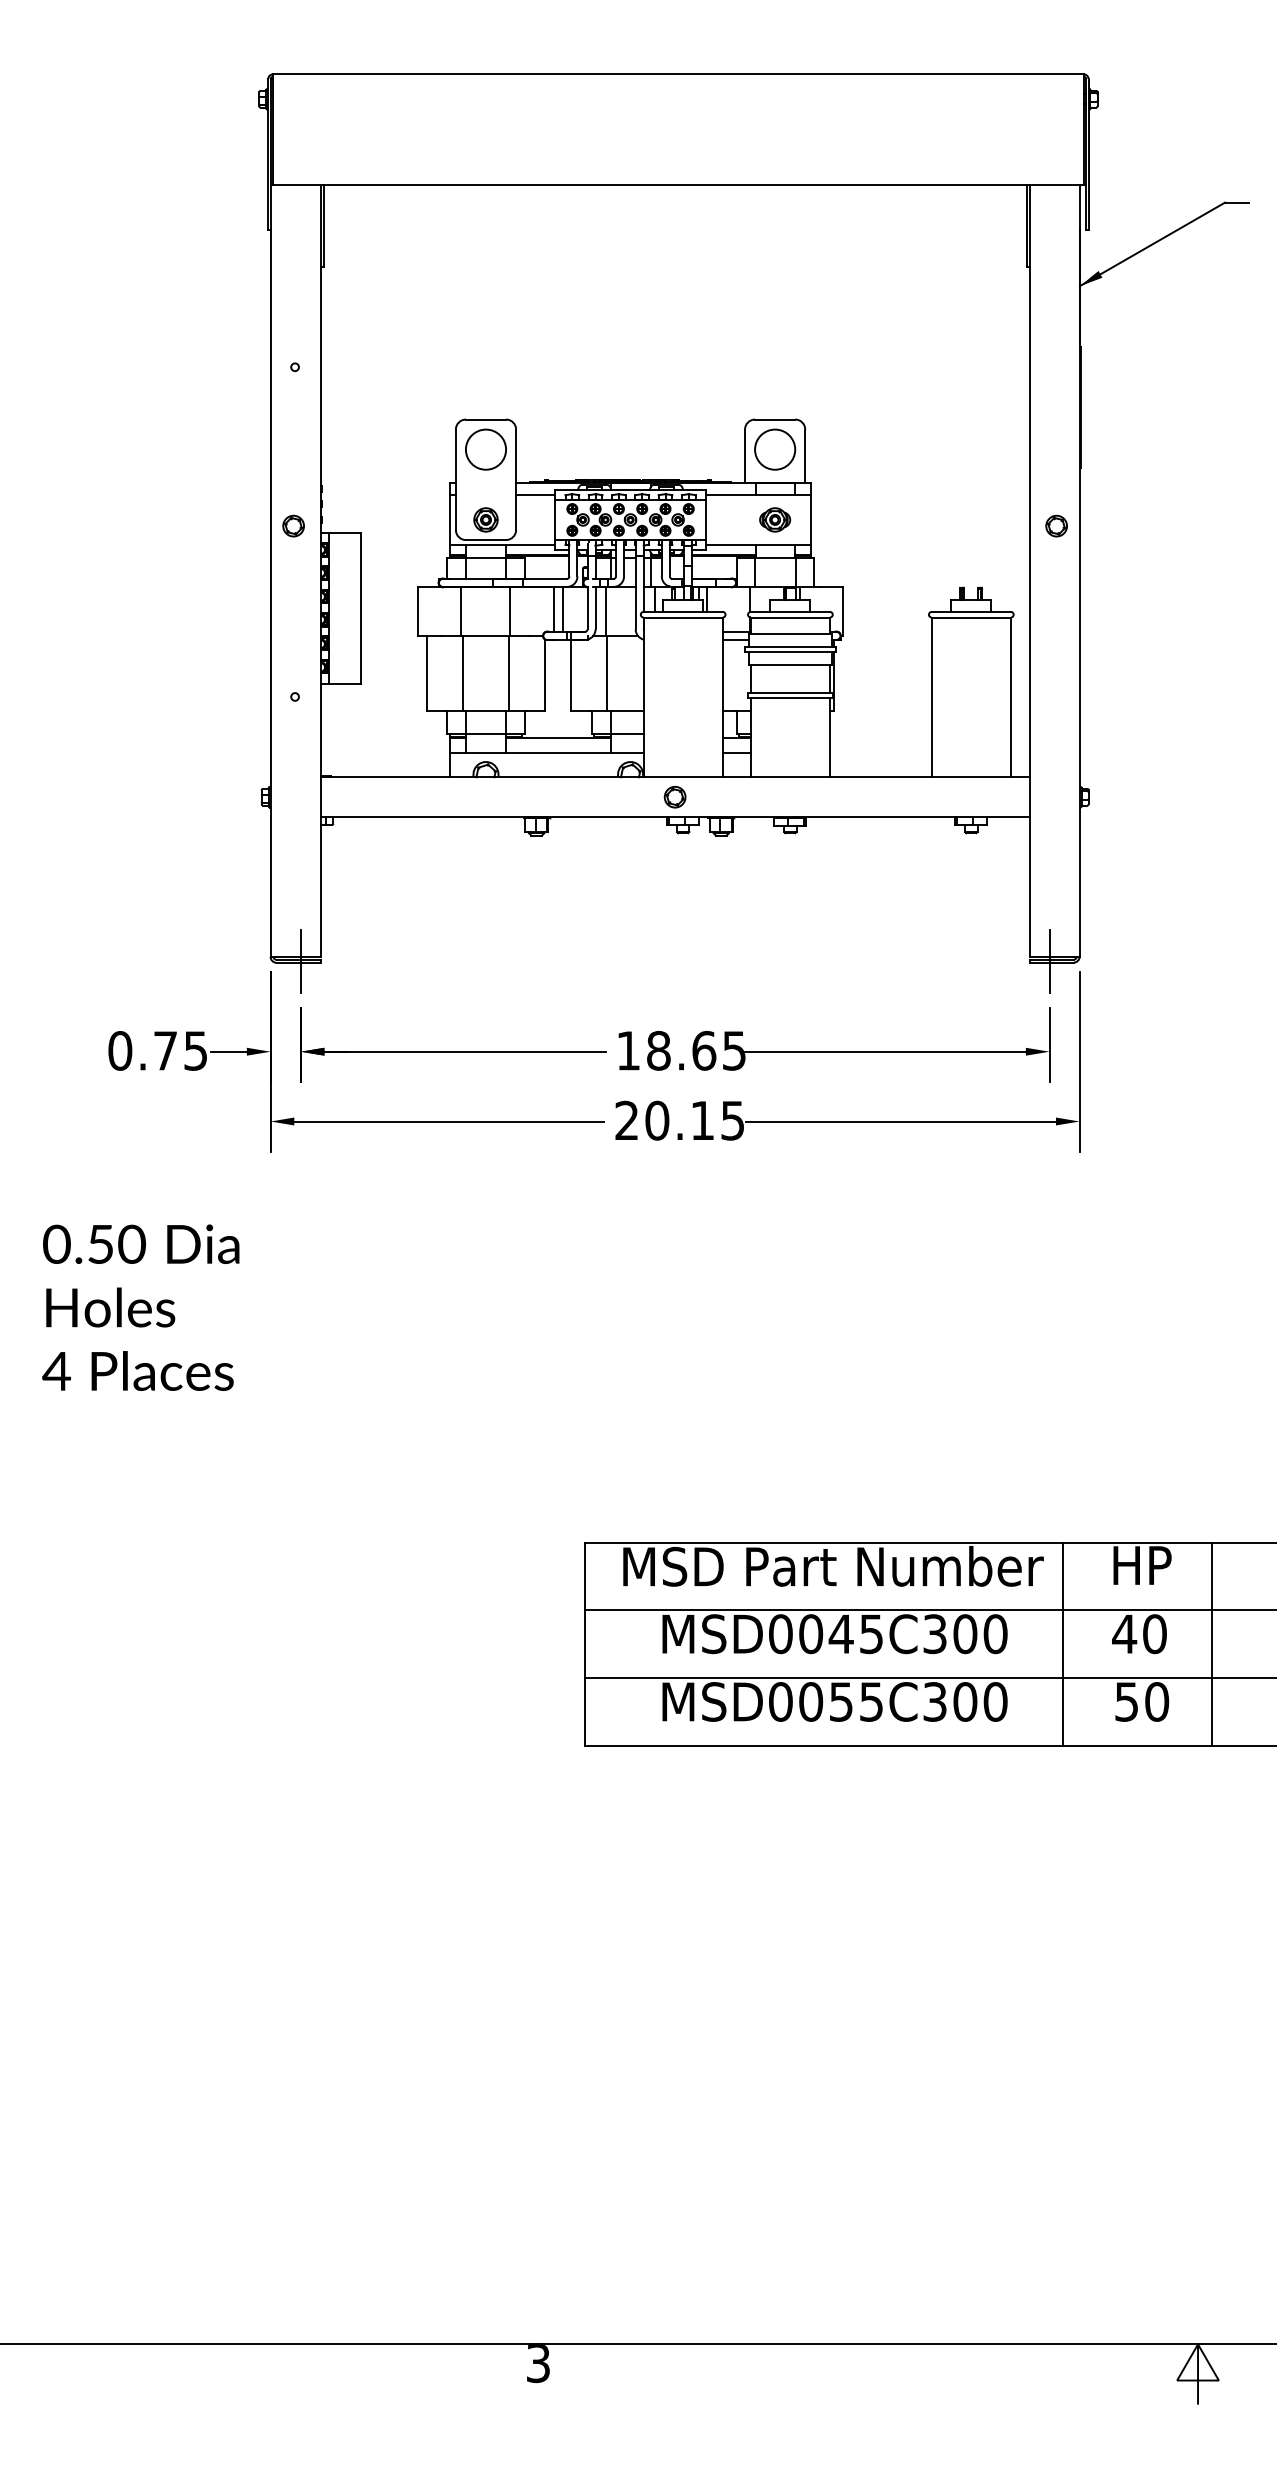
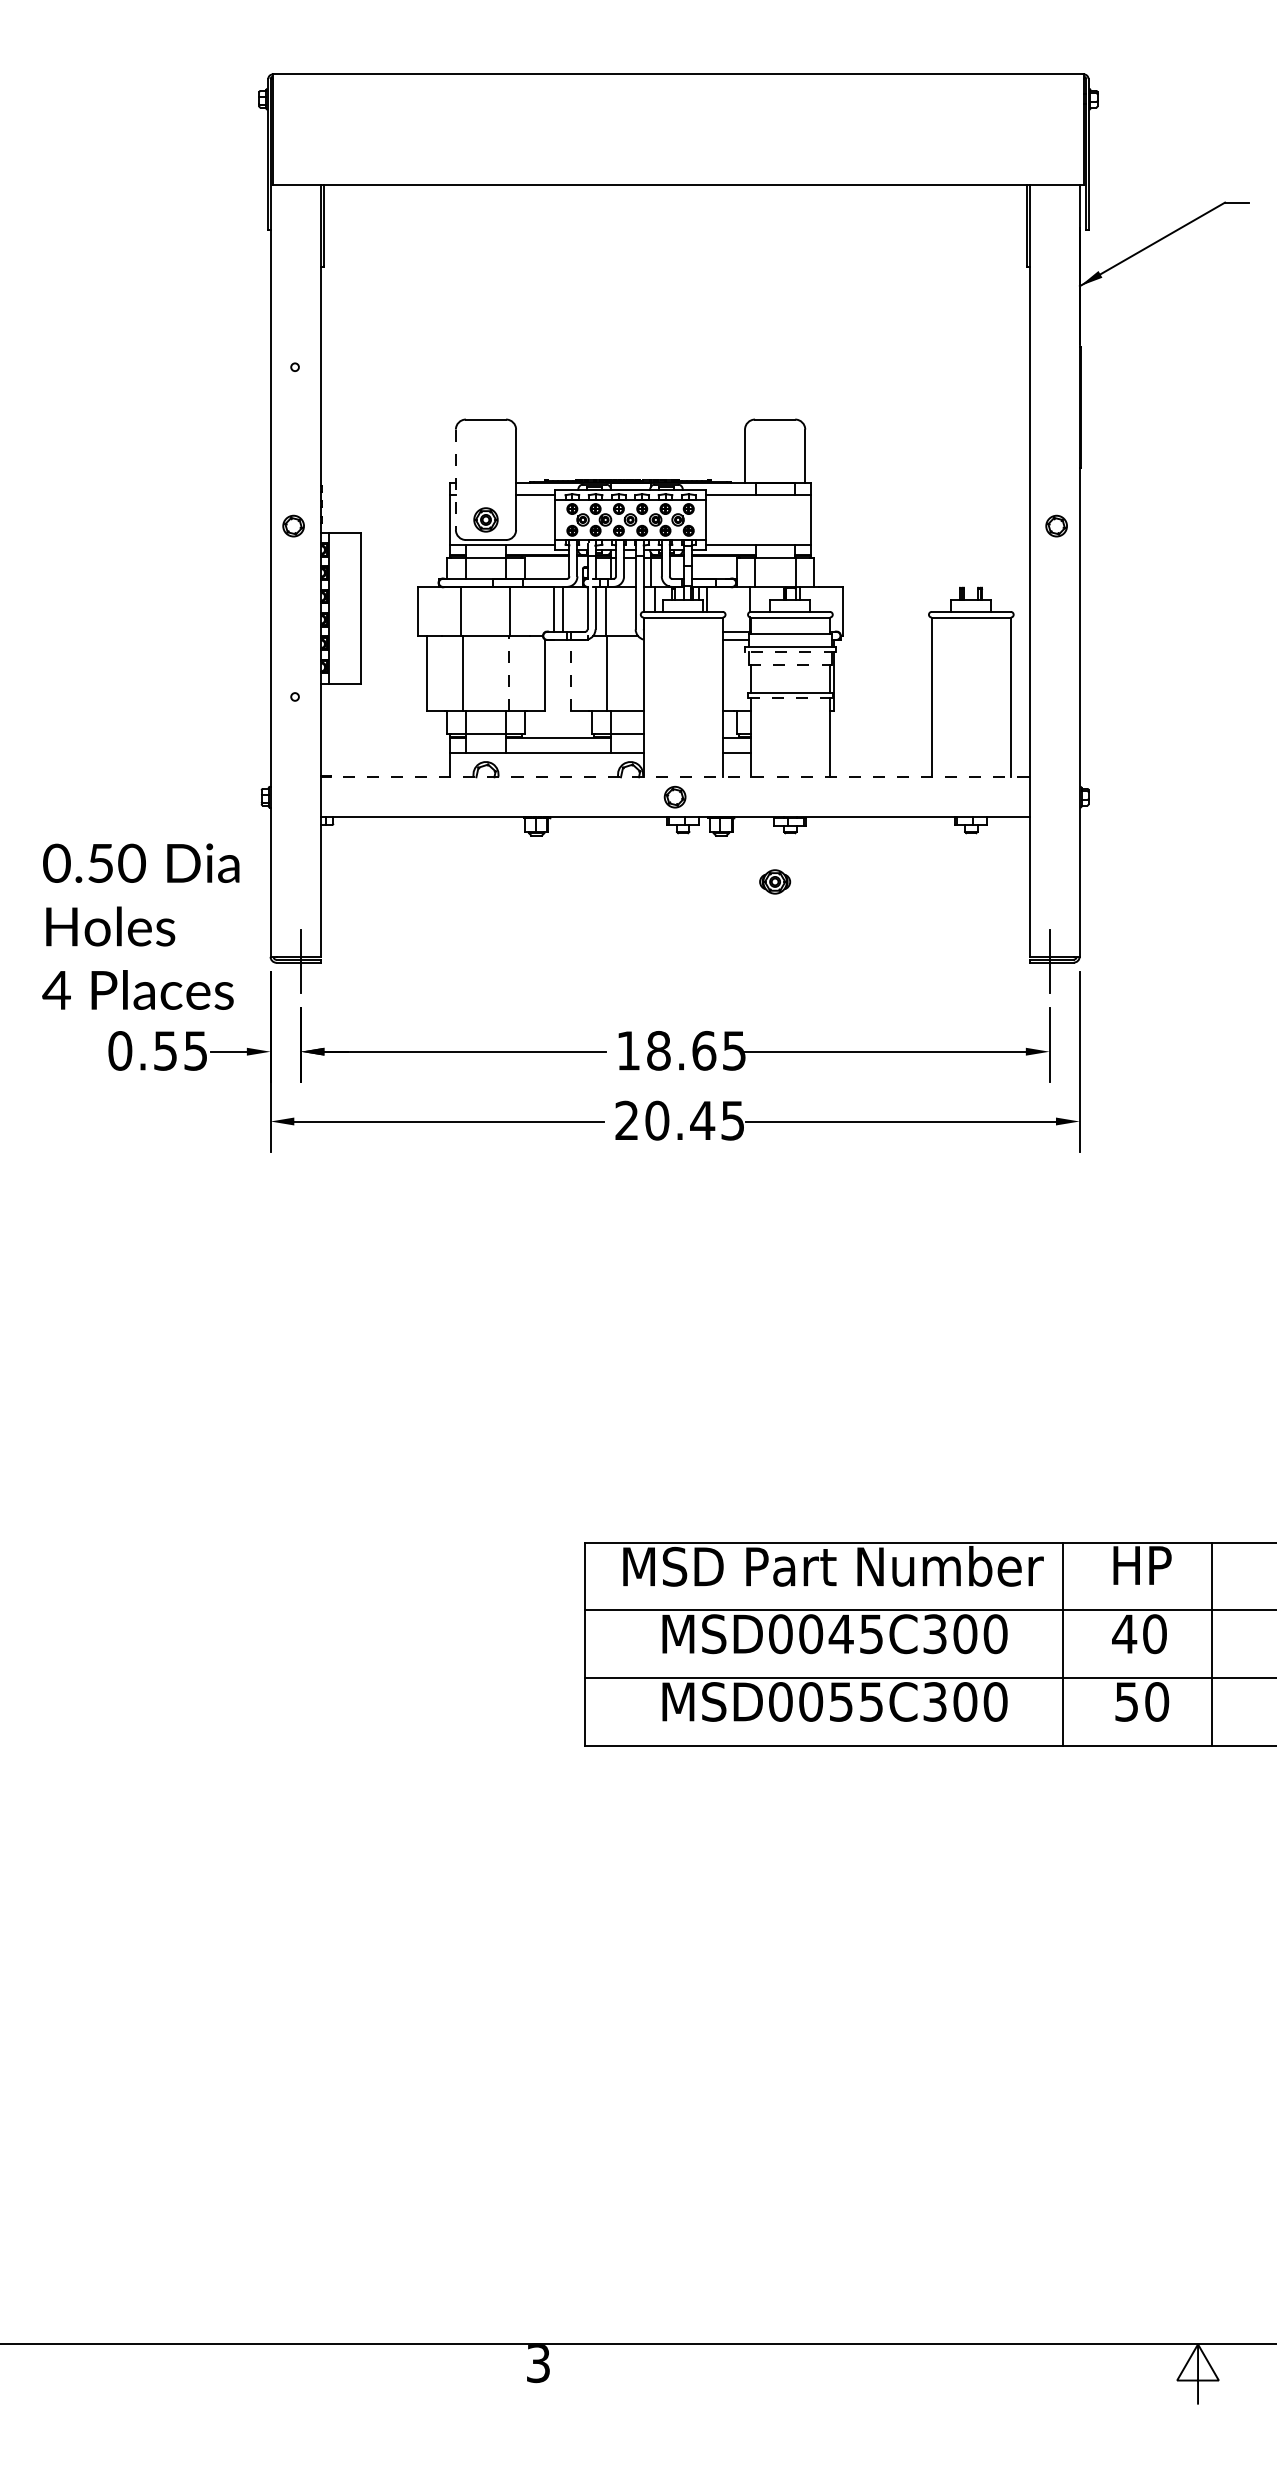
circle at (485, 449): present -> none
circle at (775, 449): present -> none
line at (455, 480): solid -> dashed
part at (775, 519) position: (775, 519) -> (775, 881)
line at (789, 652): solid -> dashed
line at (790, 664): solid -> dashed
line at (509, 673): solid -> dashed
line at (571, 674): solid -> dashed
line at (790, 697): solid -> dashed
line at (674, 777): solid -> dashed
text at (165, 1050): 0.75 -> 0.55
text at (702, 1120): 20.15 -> 20.45
text at (140, 1307) position: (140, 1307) -> (140, 926)
